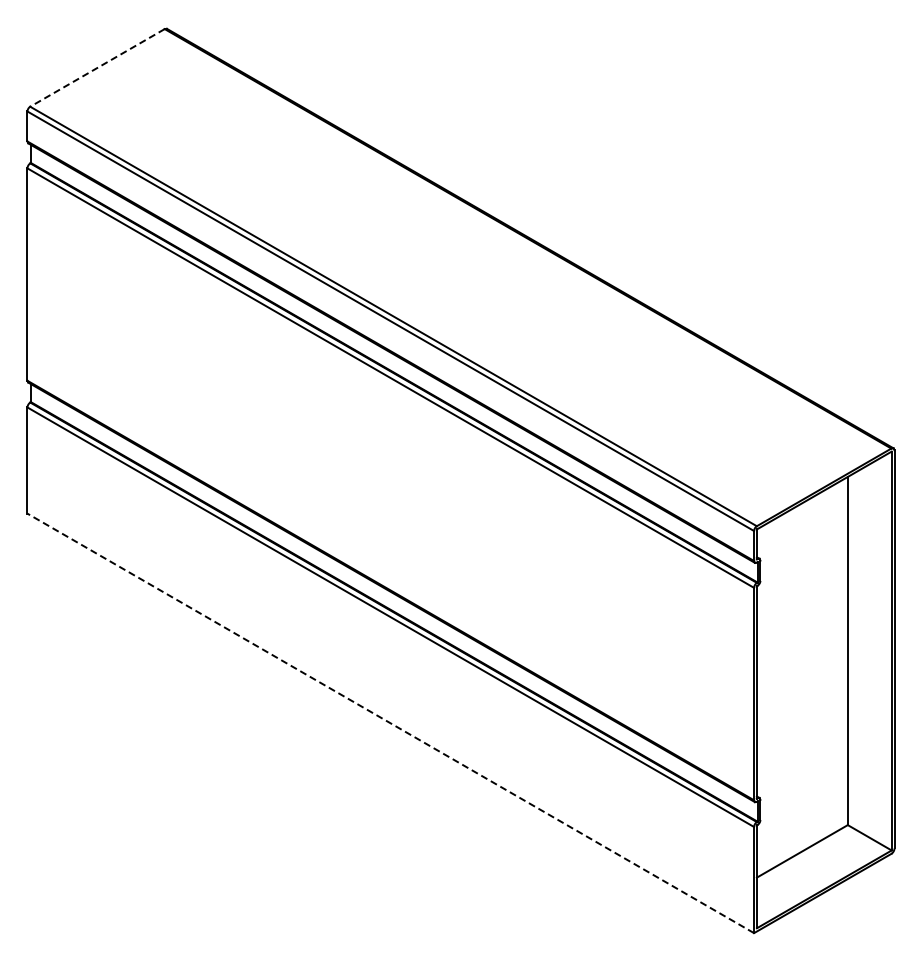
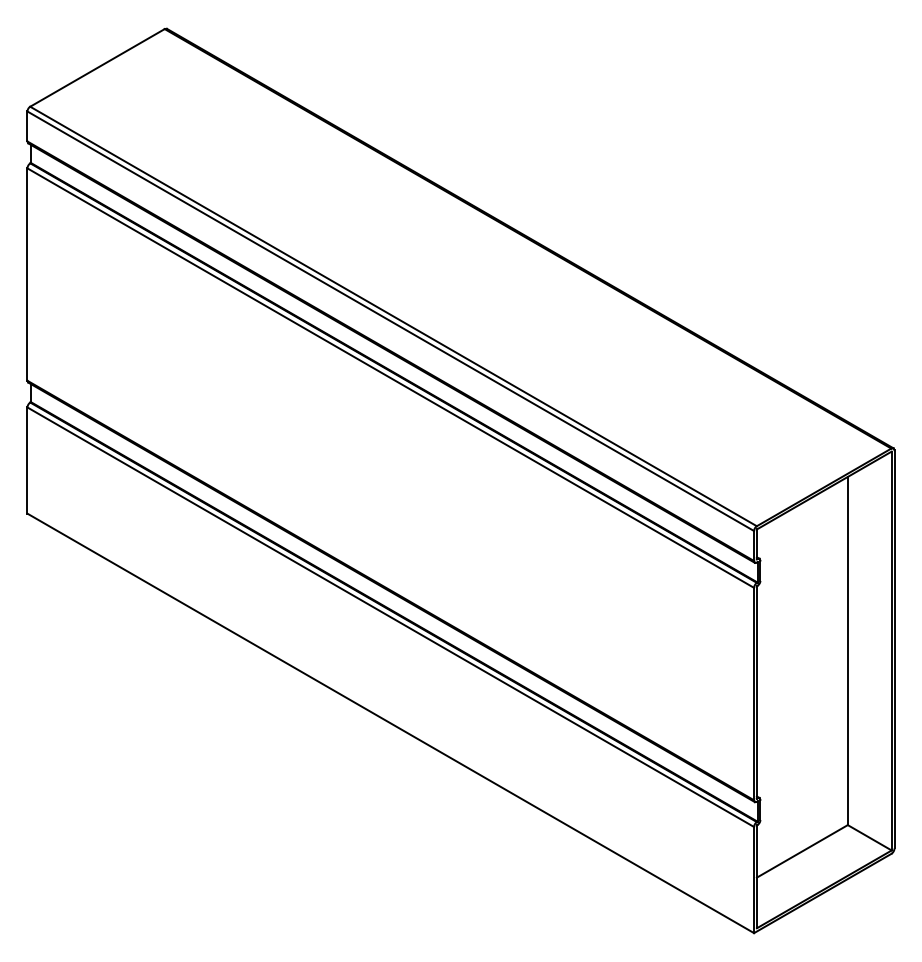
line at (97, 67): dashed -> solid
line at (390, 723): dashed -> solid
